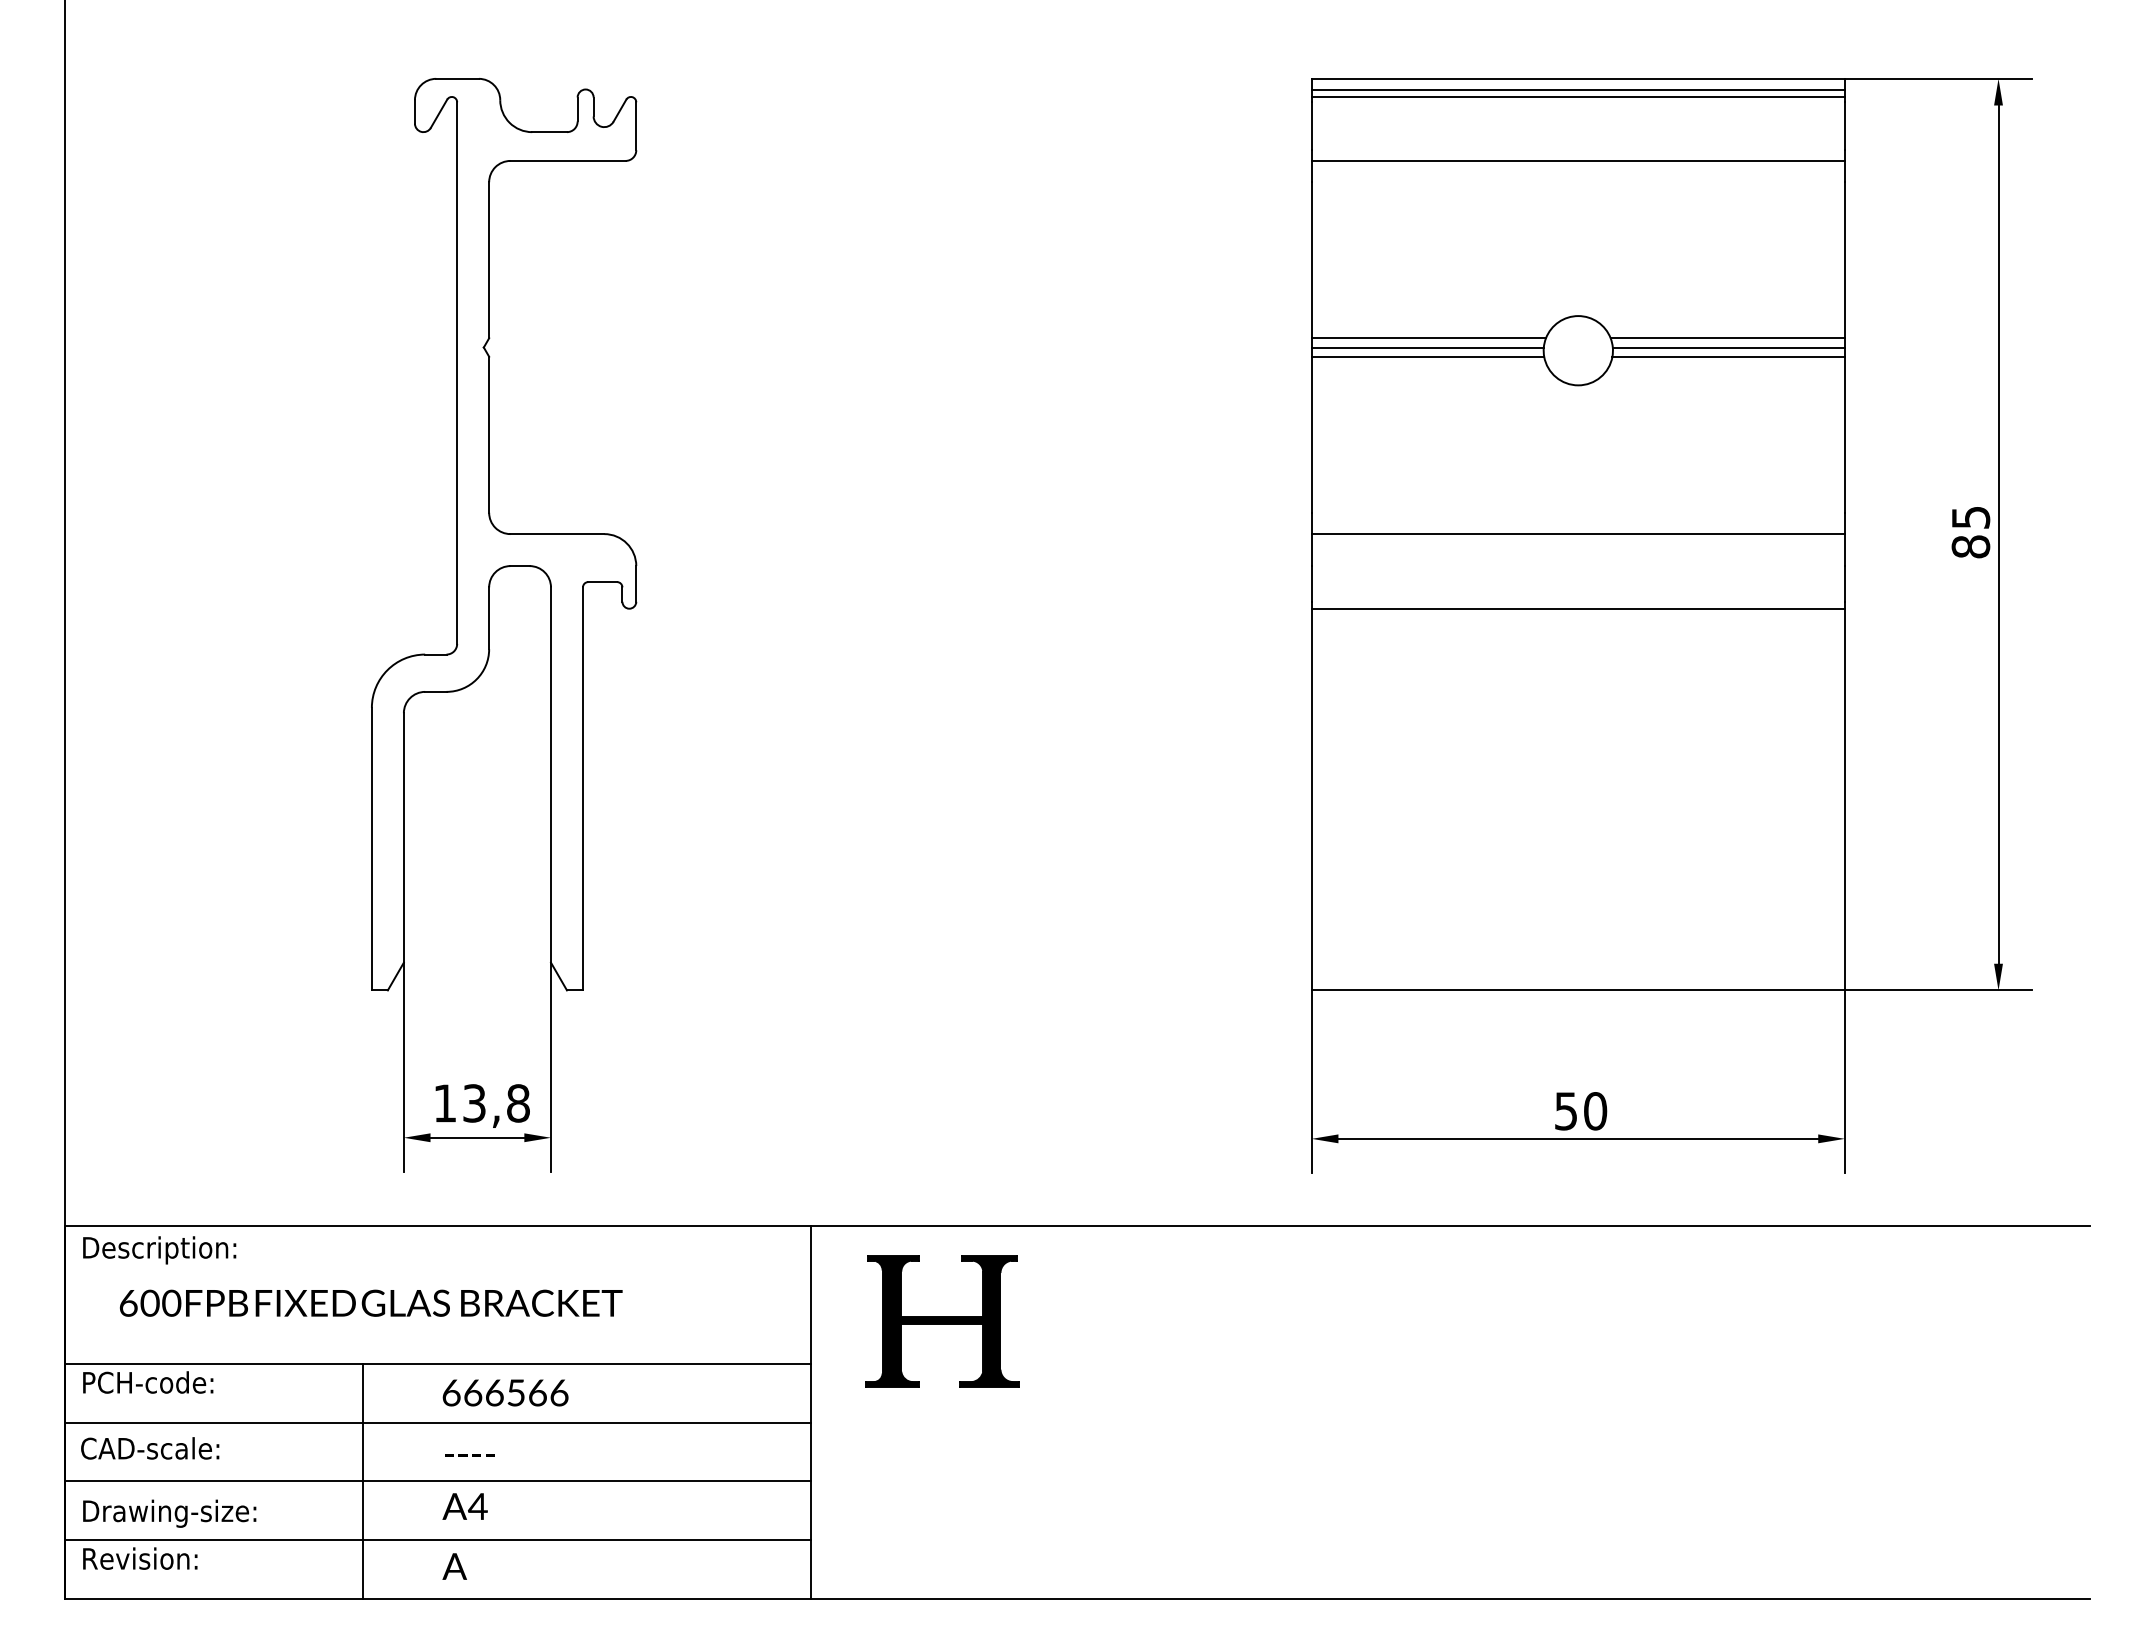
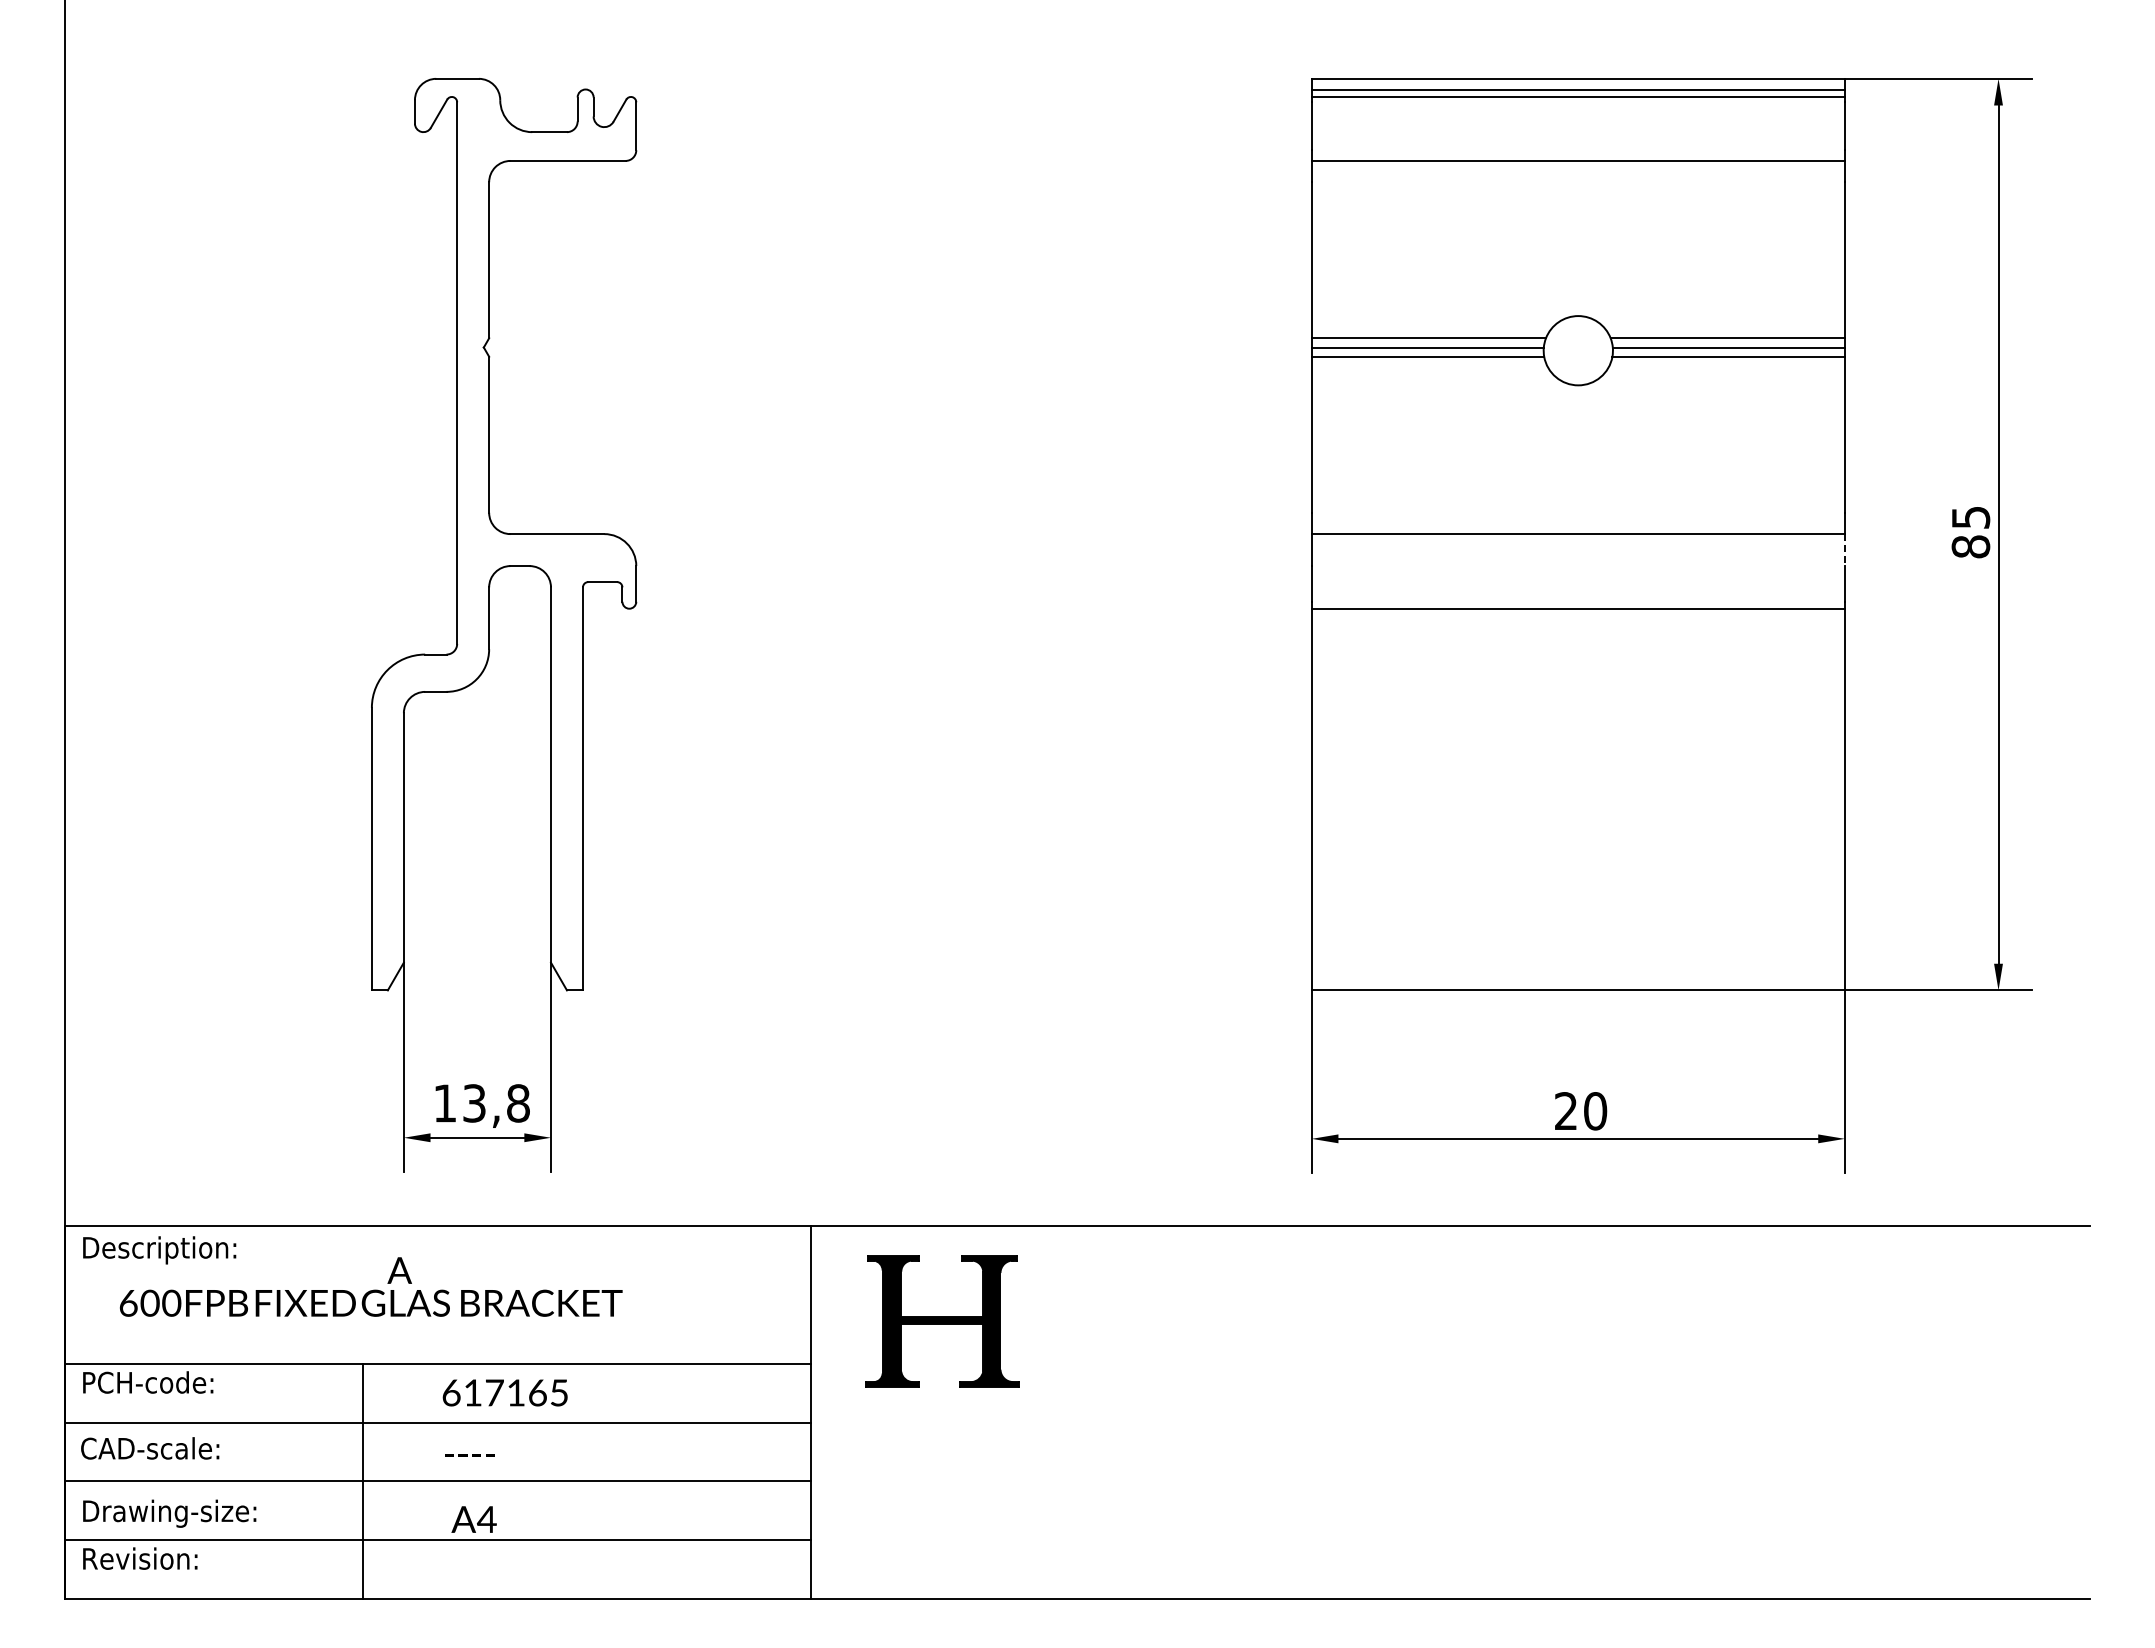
line at (1844, 550): solid -> dashed
text at (1565, 1111): 50 -> 20
text at (516, 1392): 666566 -> 617165
text at (464, 1506) position: (464, 1506) -> (473, 1519)
text at (454, 1566) position: (454, 1566) -> (399, 1270)
